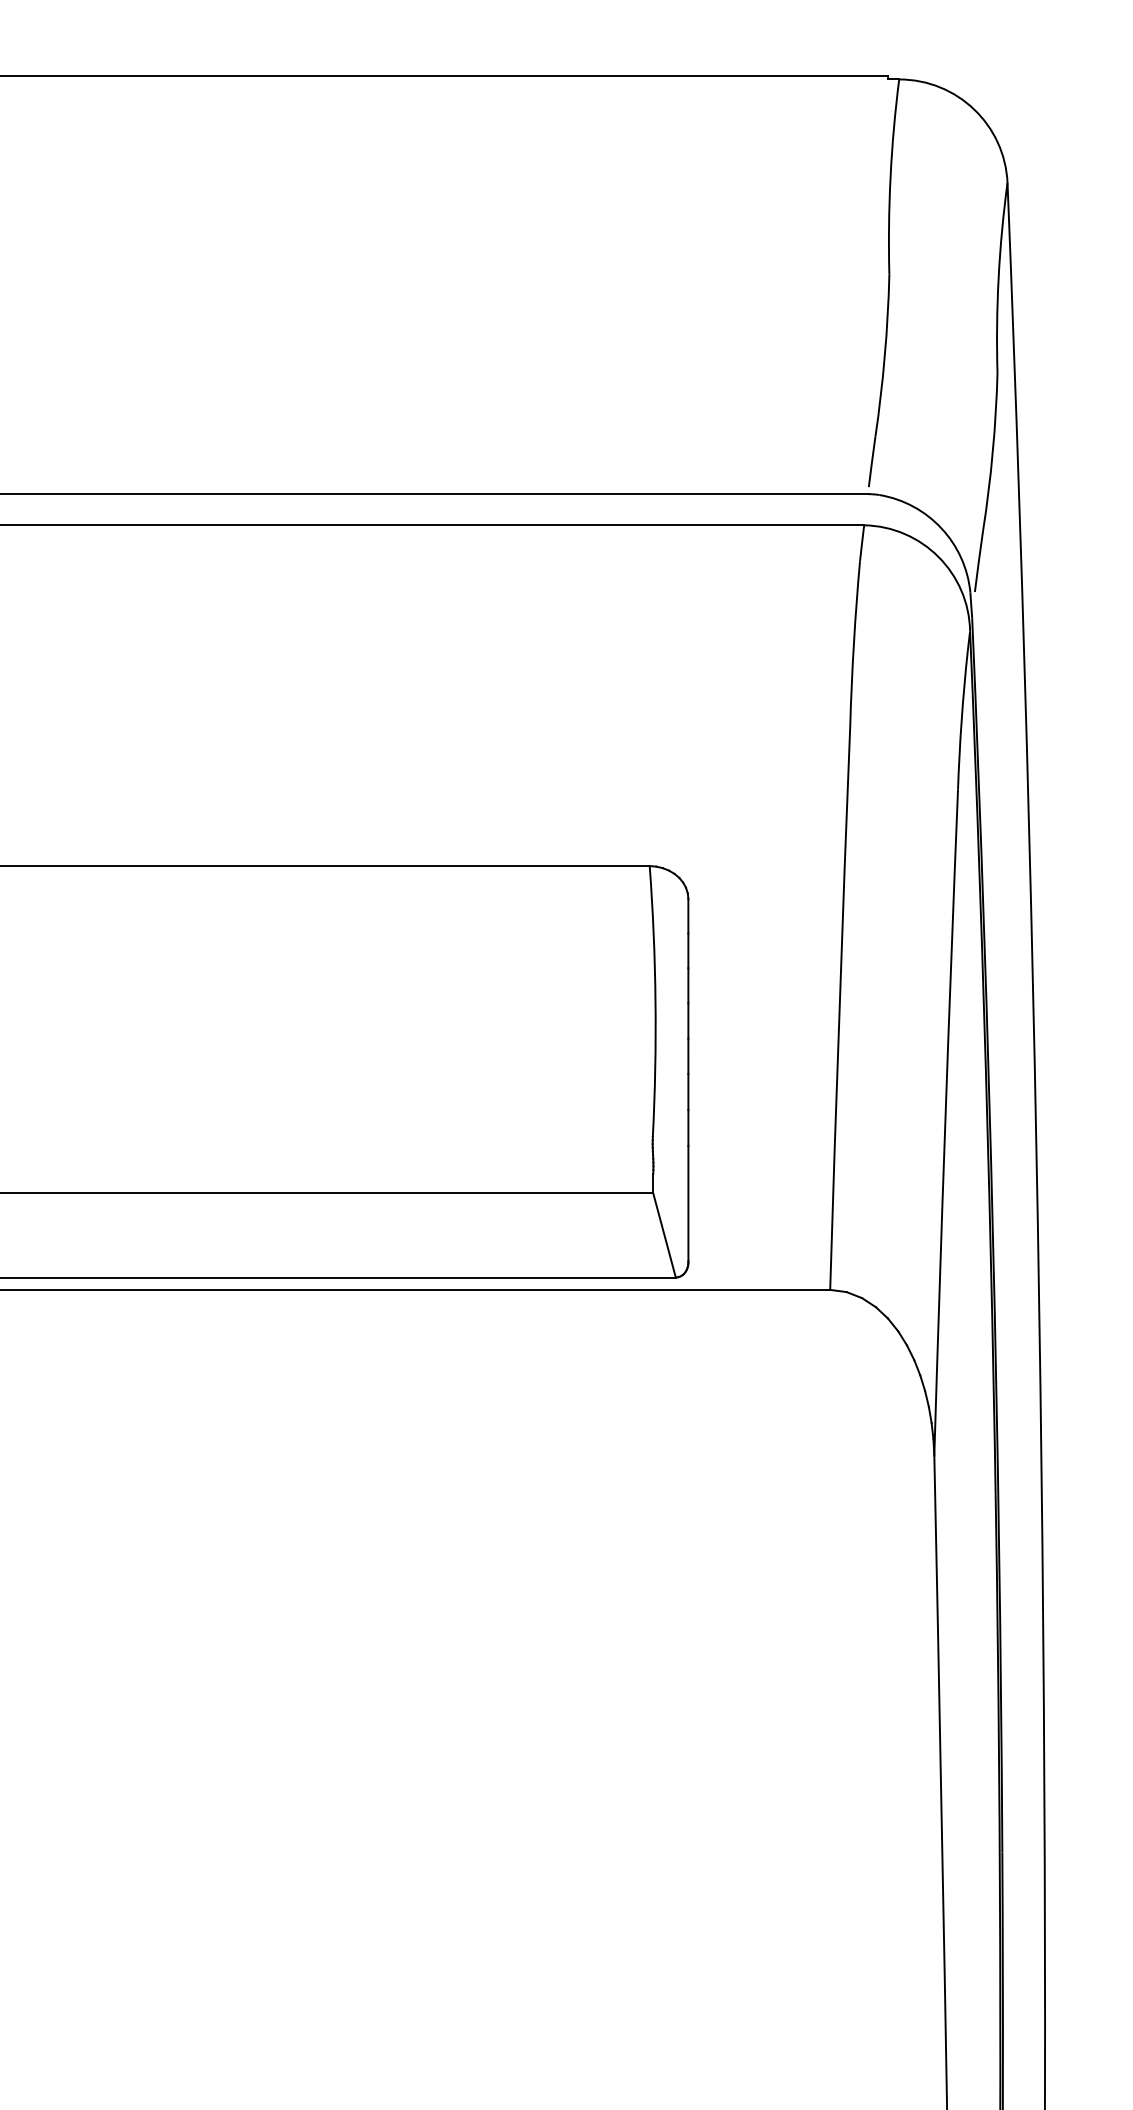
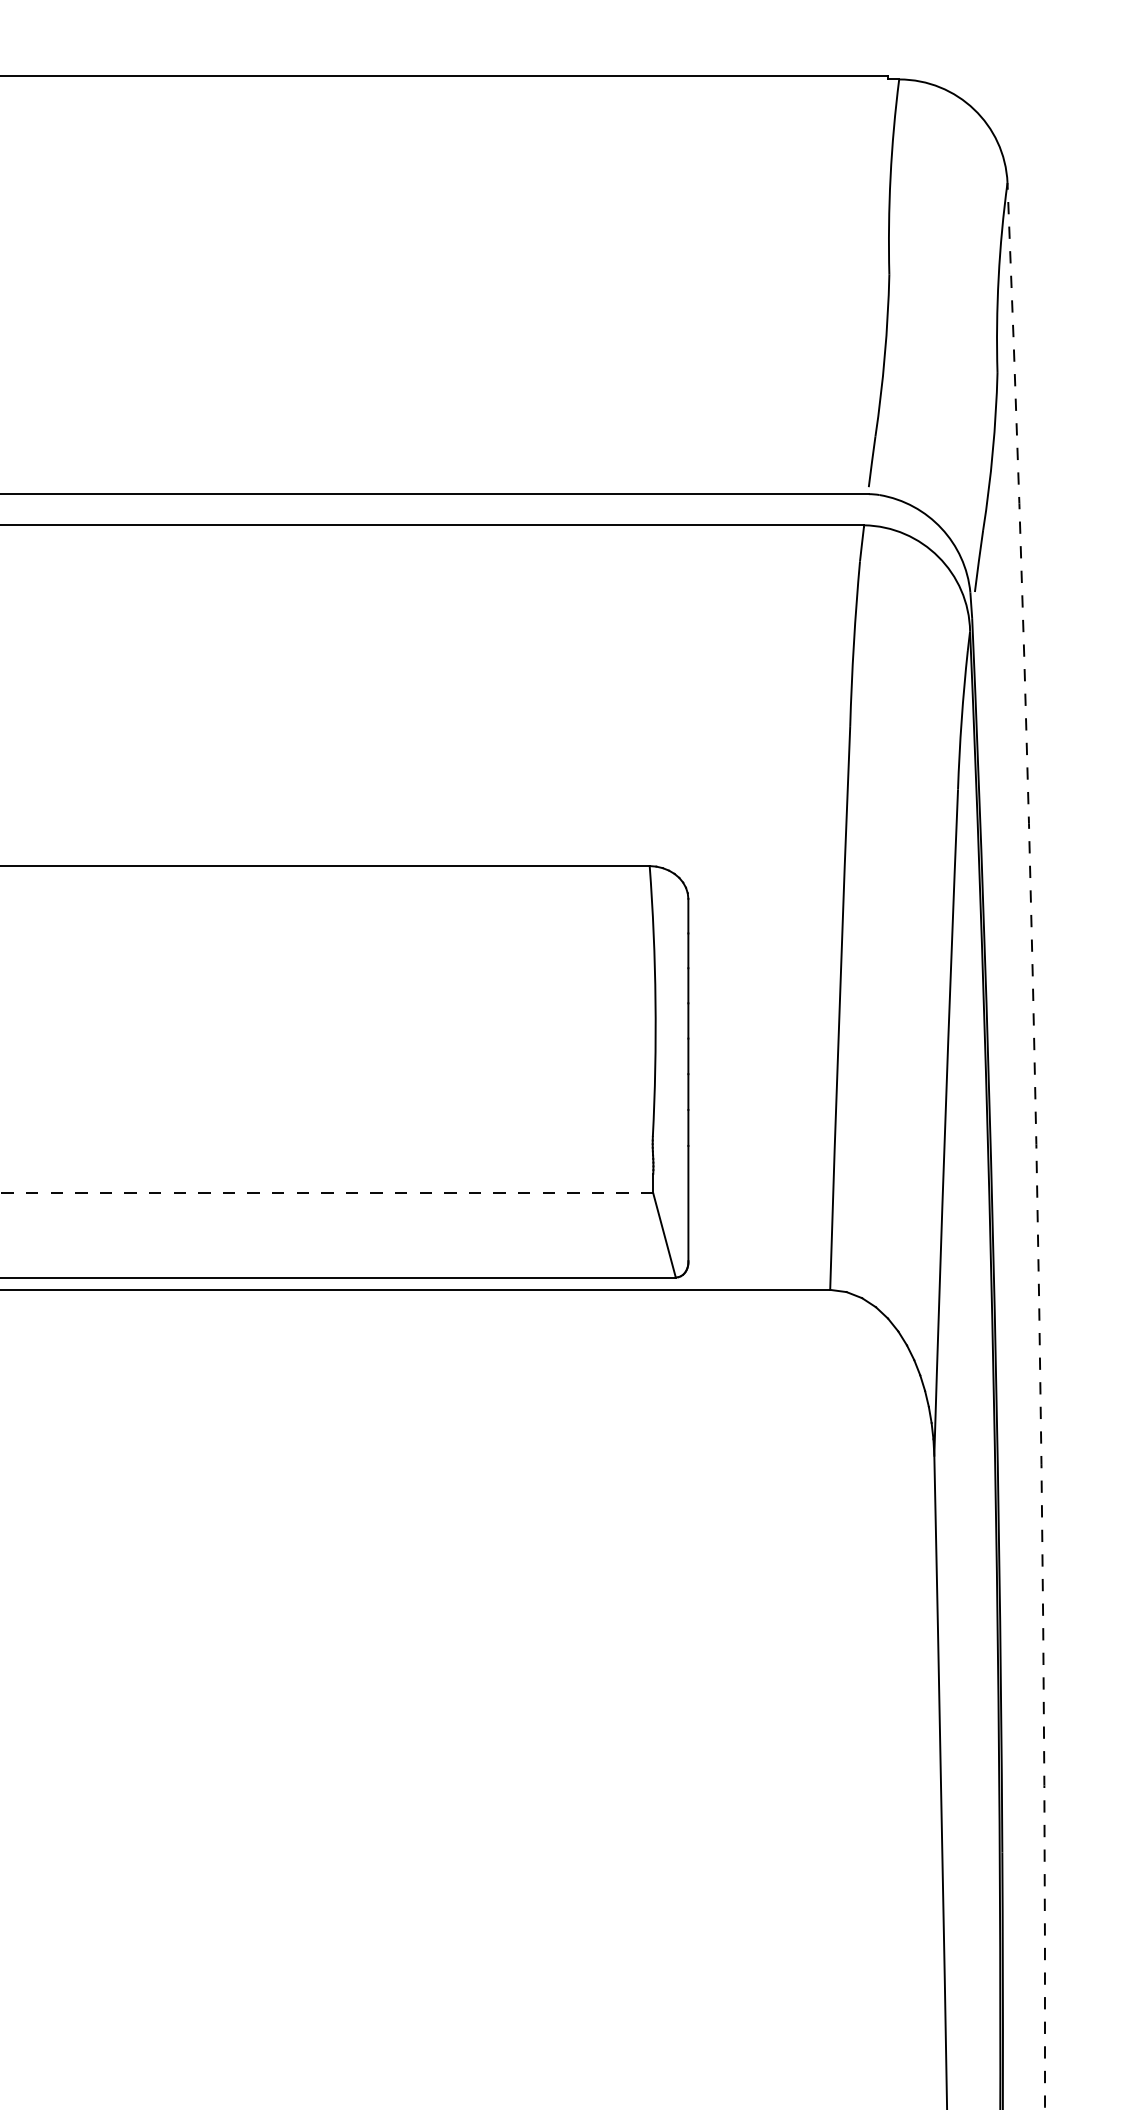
arc at (1036, 1145): solid -> dashed
line at (326, 1193): solid -> dashed
